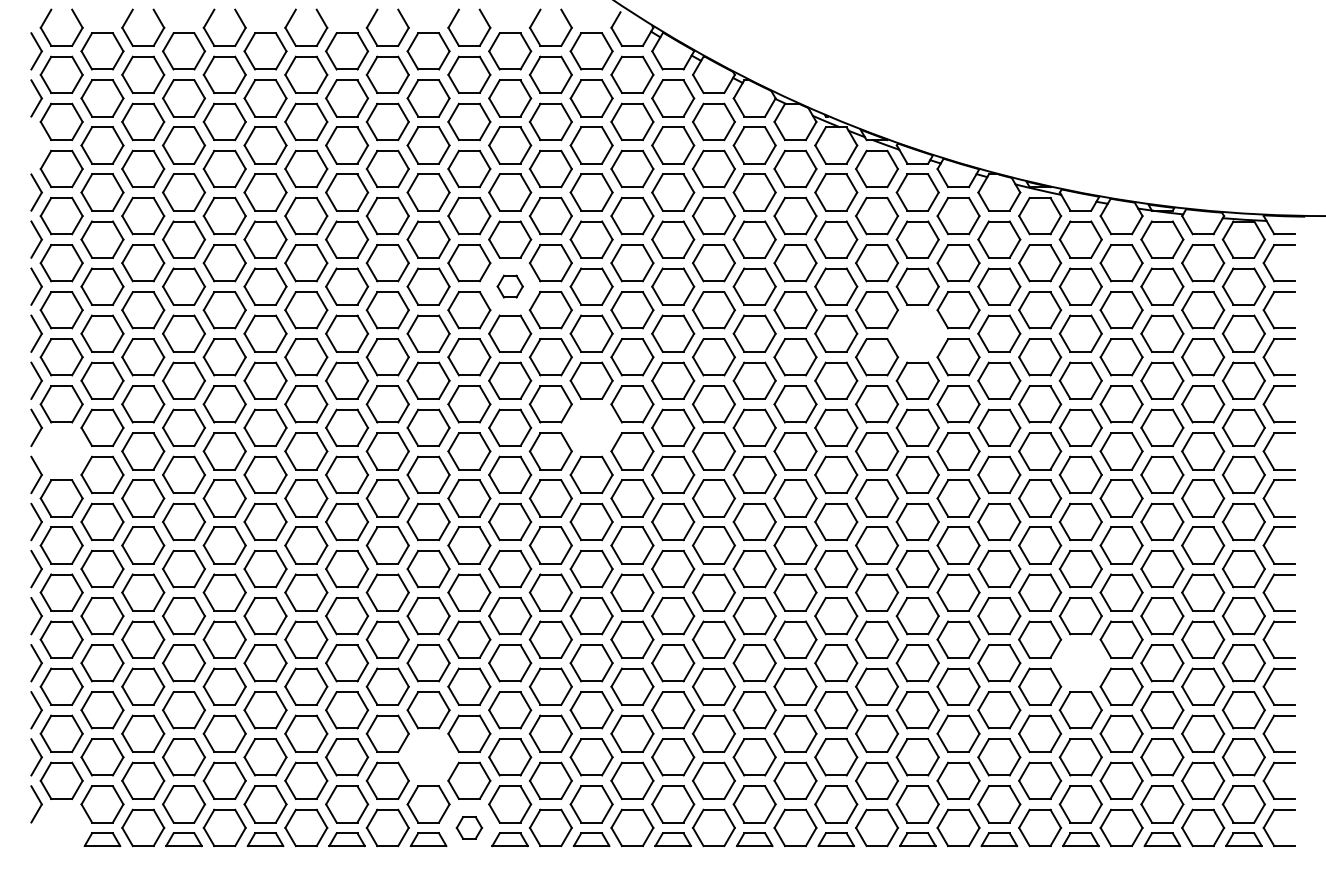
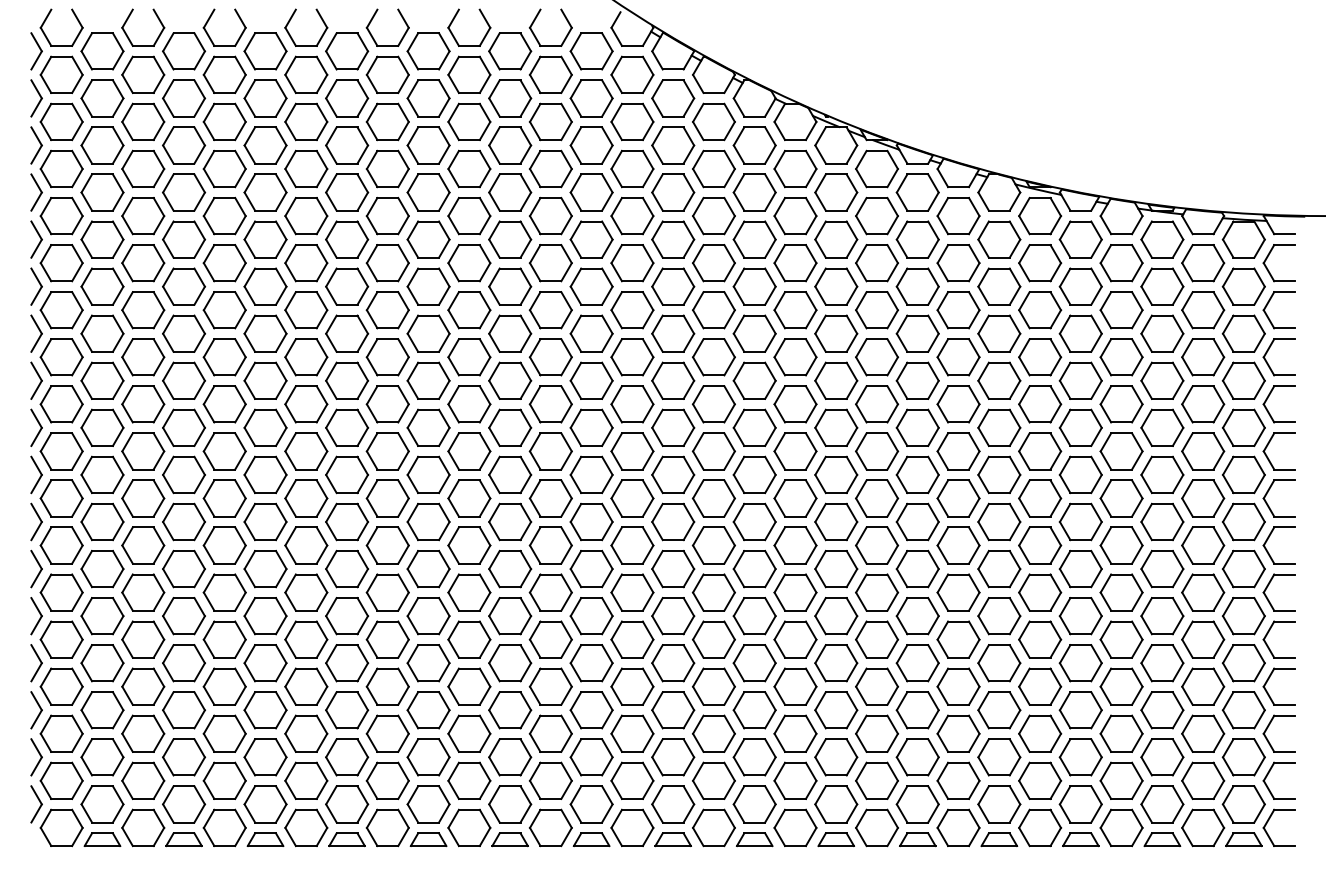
part at (36, 145): none -> present
part at (509, 286) size: 28x25 px -> 45x39 px
part at (917, 333): none -> present
part at (591, 427): none -> present
part at (61, 451): none -> present
part at (1080, 663): none -> present
part at (428, 757): none -> present
part at (61, 827): none -> present
part at (468, 827) size: 28x24 px -> 45x40 px
